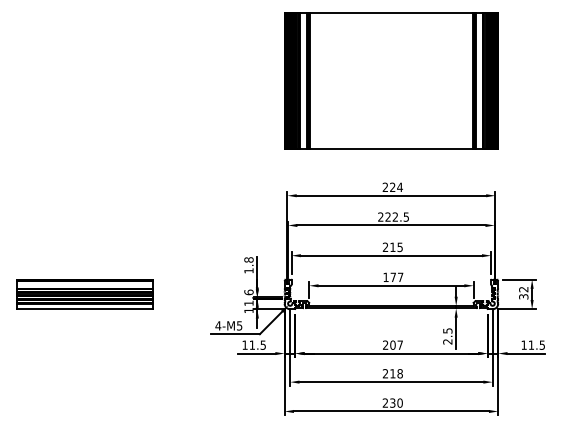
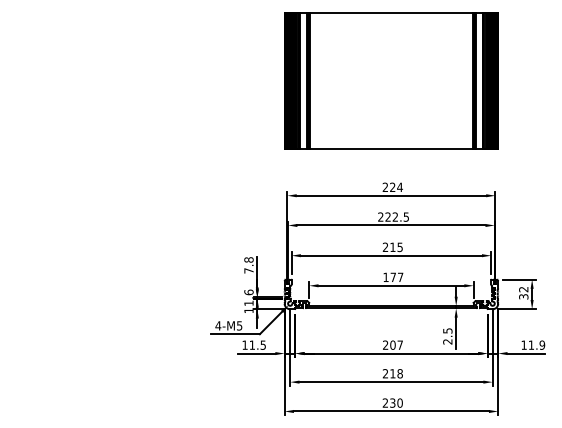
text at (248, 270): 1.8 -> 7.8
part at (84, 294): present -> none
text at (542, 344): 11.5 -> 11.9
